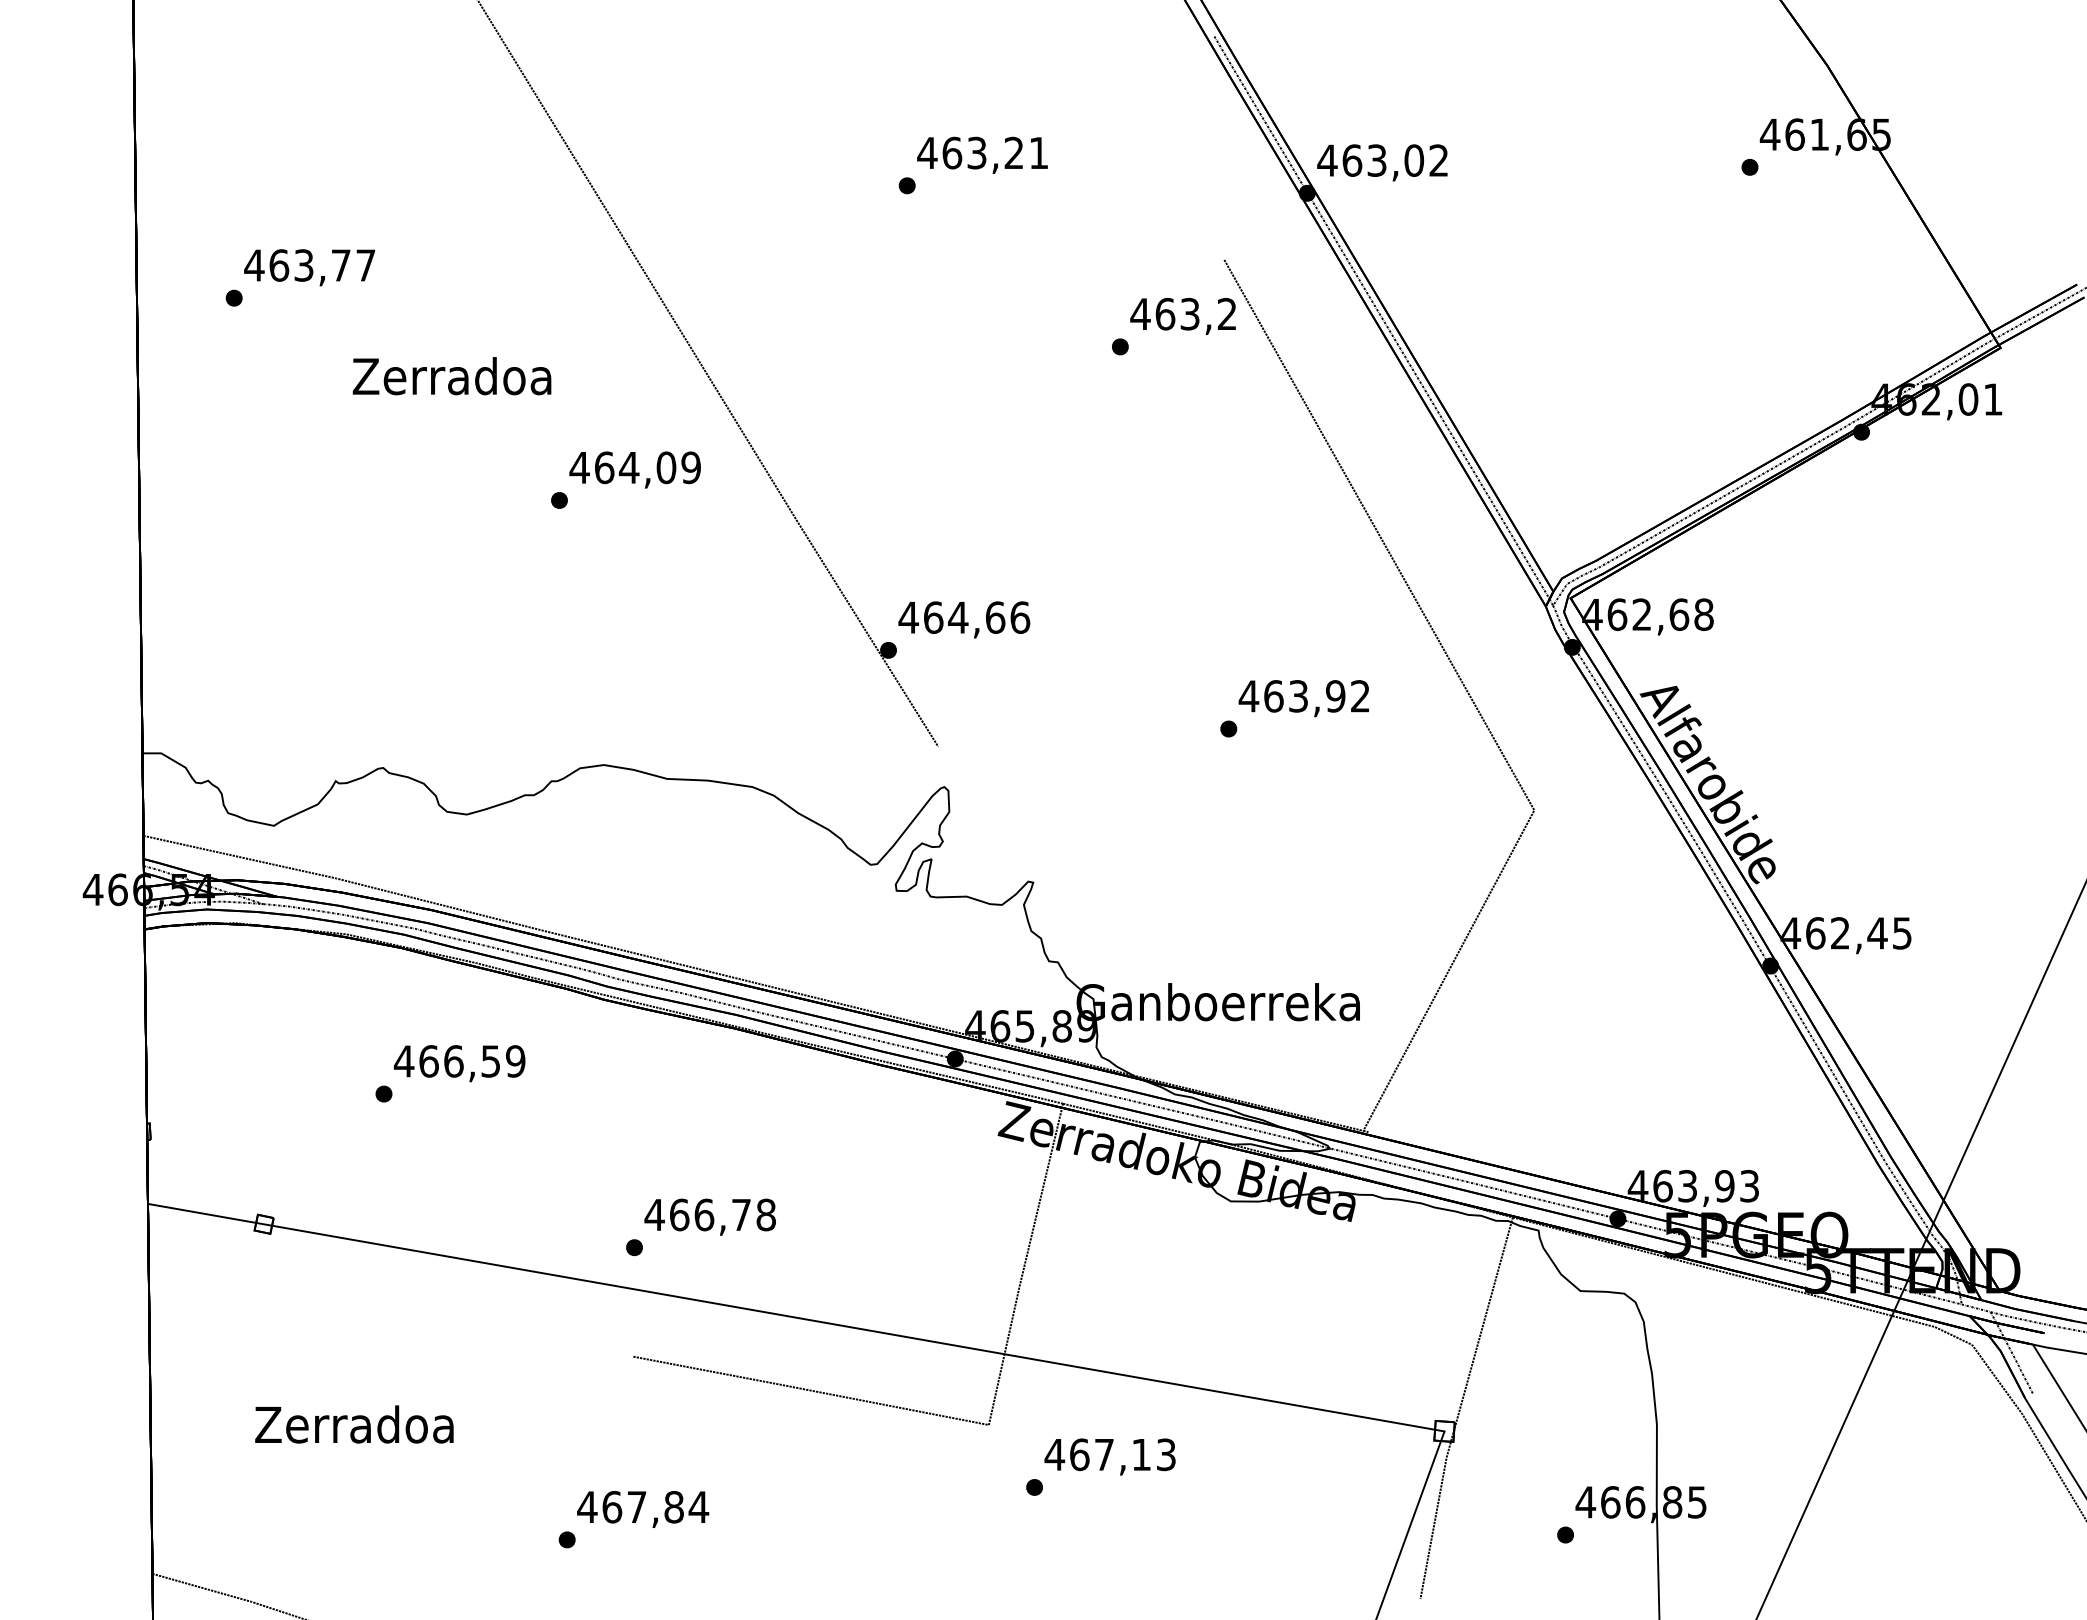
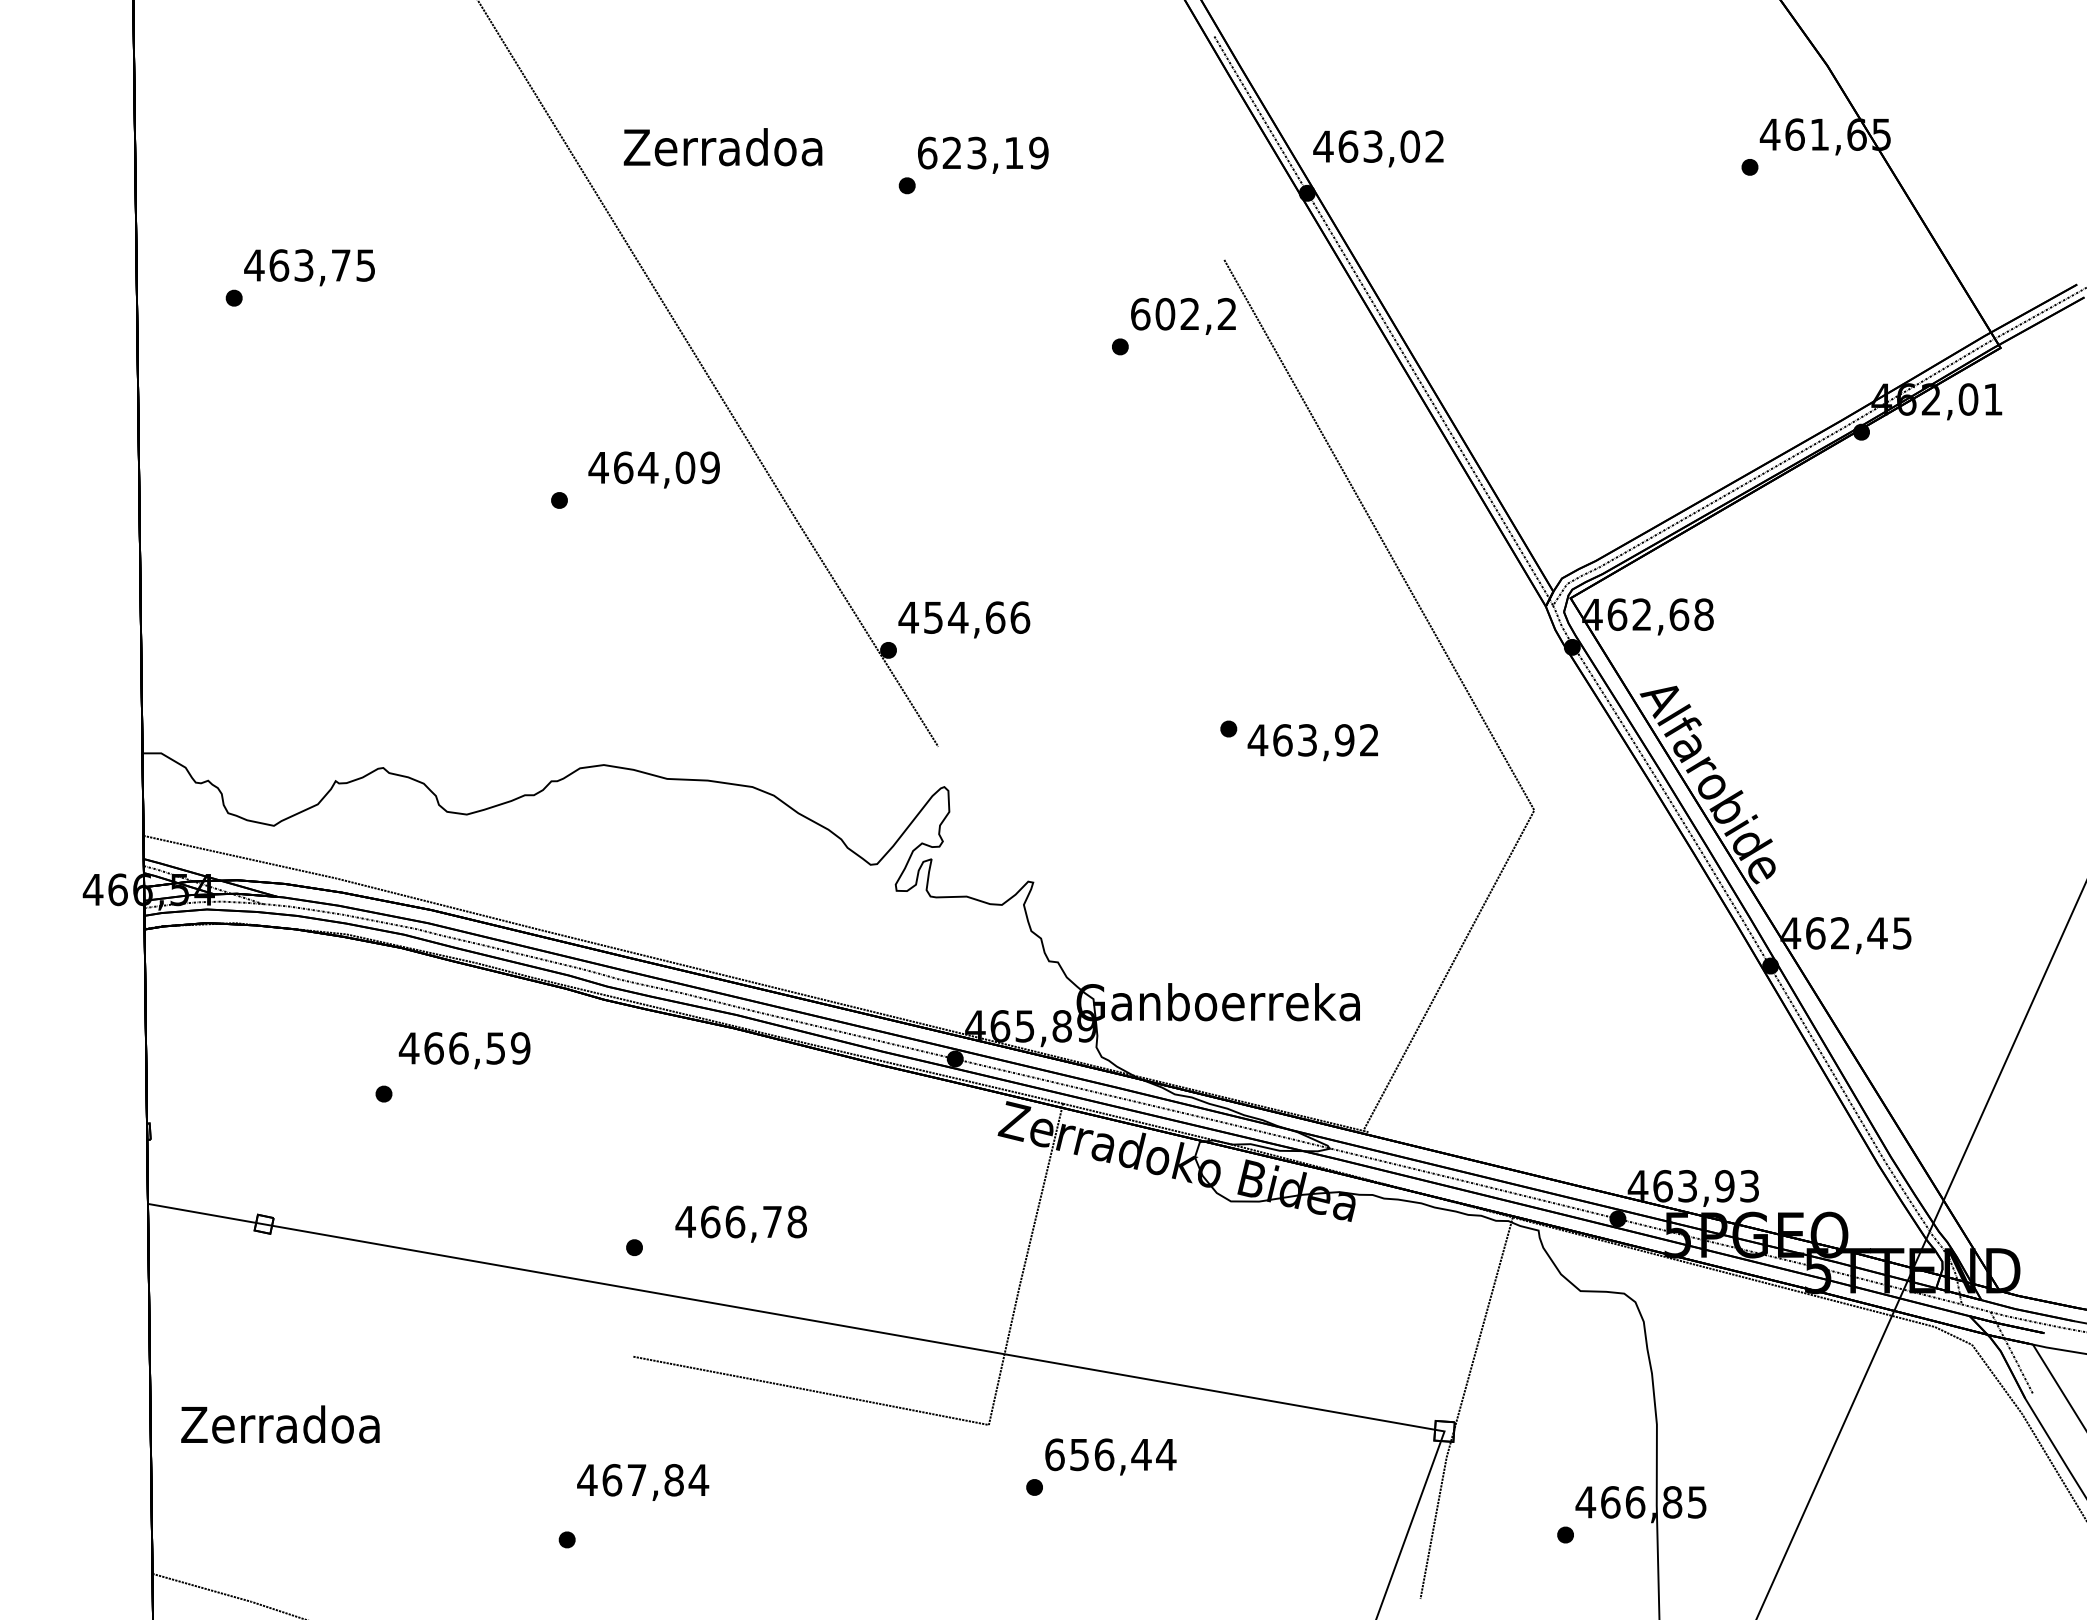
text at (982, 152): 463,21 -> 623,19
text at (1382, 162) position: (1382, 162) -> (1378, 148)
text at (365, 265): 463,77 -> 463,75
text at (1164, 313): 463,2 -> 602,2
text at (451, 376) position: (451, 376) -> (722, 147)
text at (634, 469) position: (634, 469) -> (653, 469)
text at (933, 617): 464,66 -> 454,66
text at (1303, 698) position: (1303, 698) -> (1312, 742)
text at (459, 1063) position: (459, 1063) -> (464, 1050)
text at (709, 1216) position: (709, 1216) -> (740, 1223)
text at (354, 1424) position: (354, 1424) -> (280, 1424)
text at (1110, 1454): 467,13 -> 656,44
text at (643, 1509) position: (643, 1509) -> (643, 1482)
